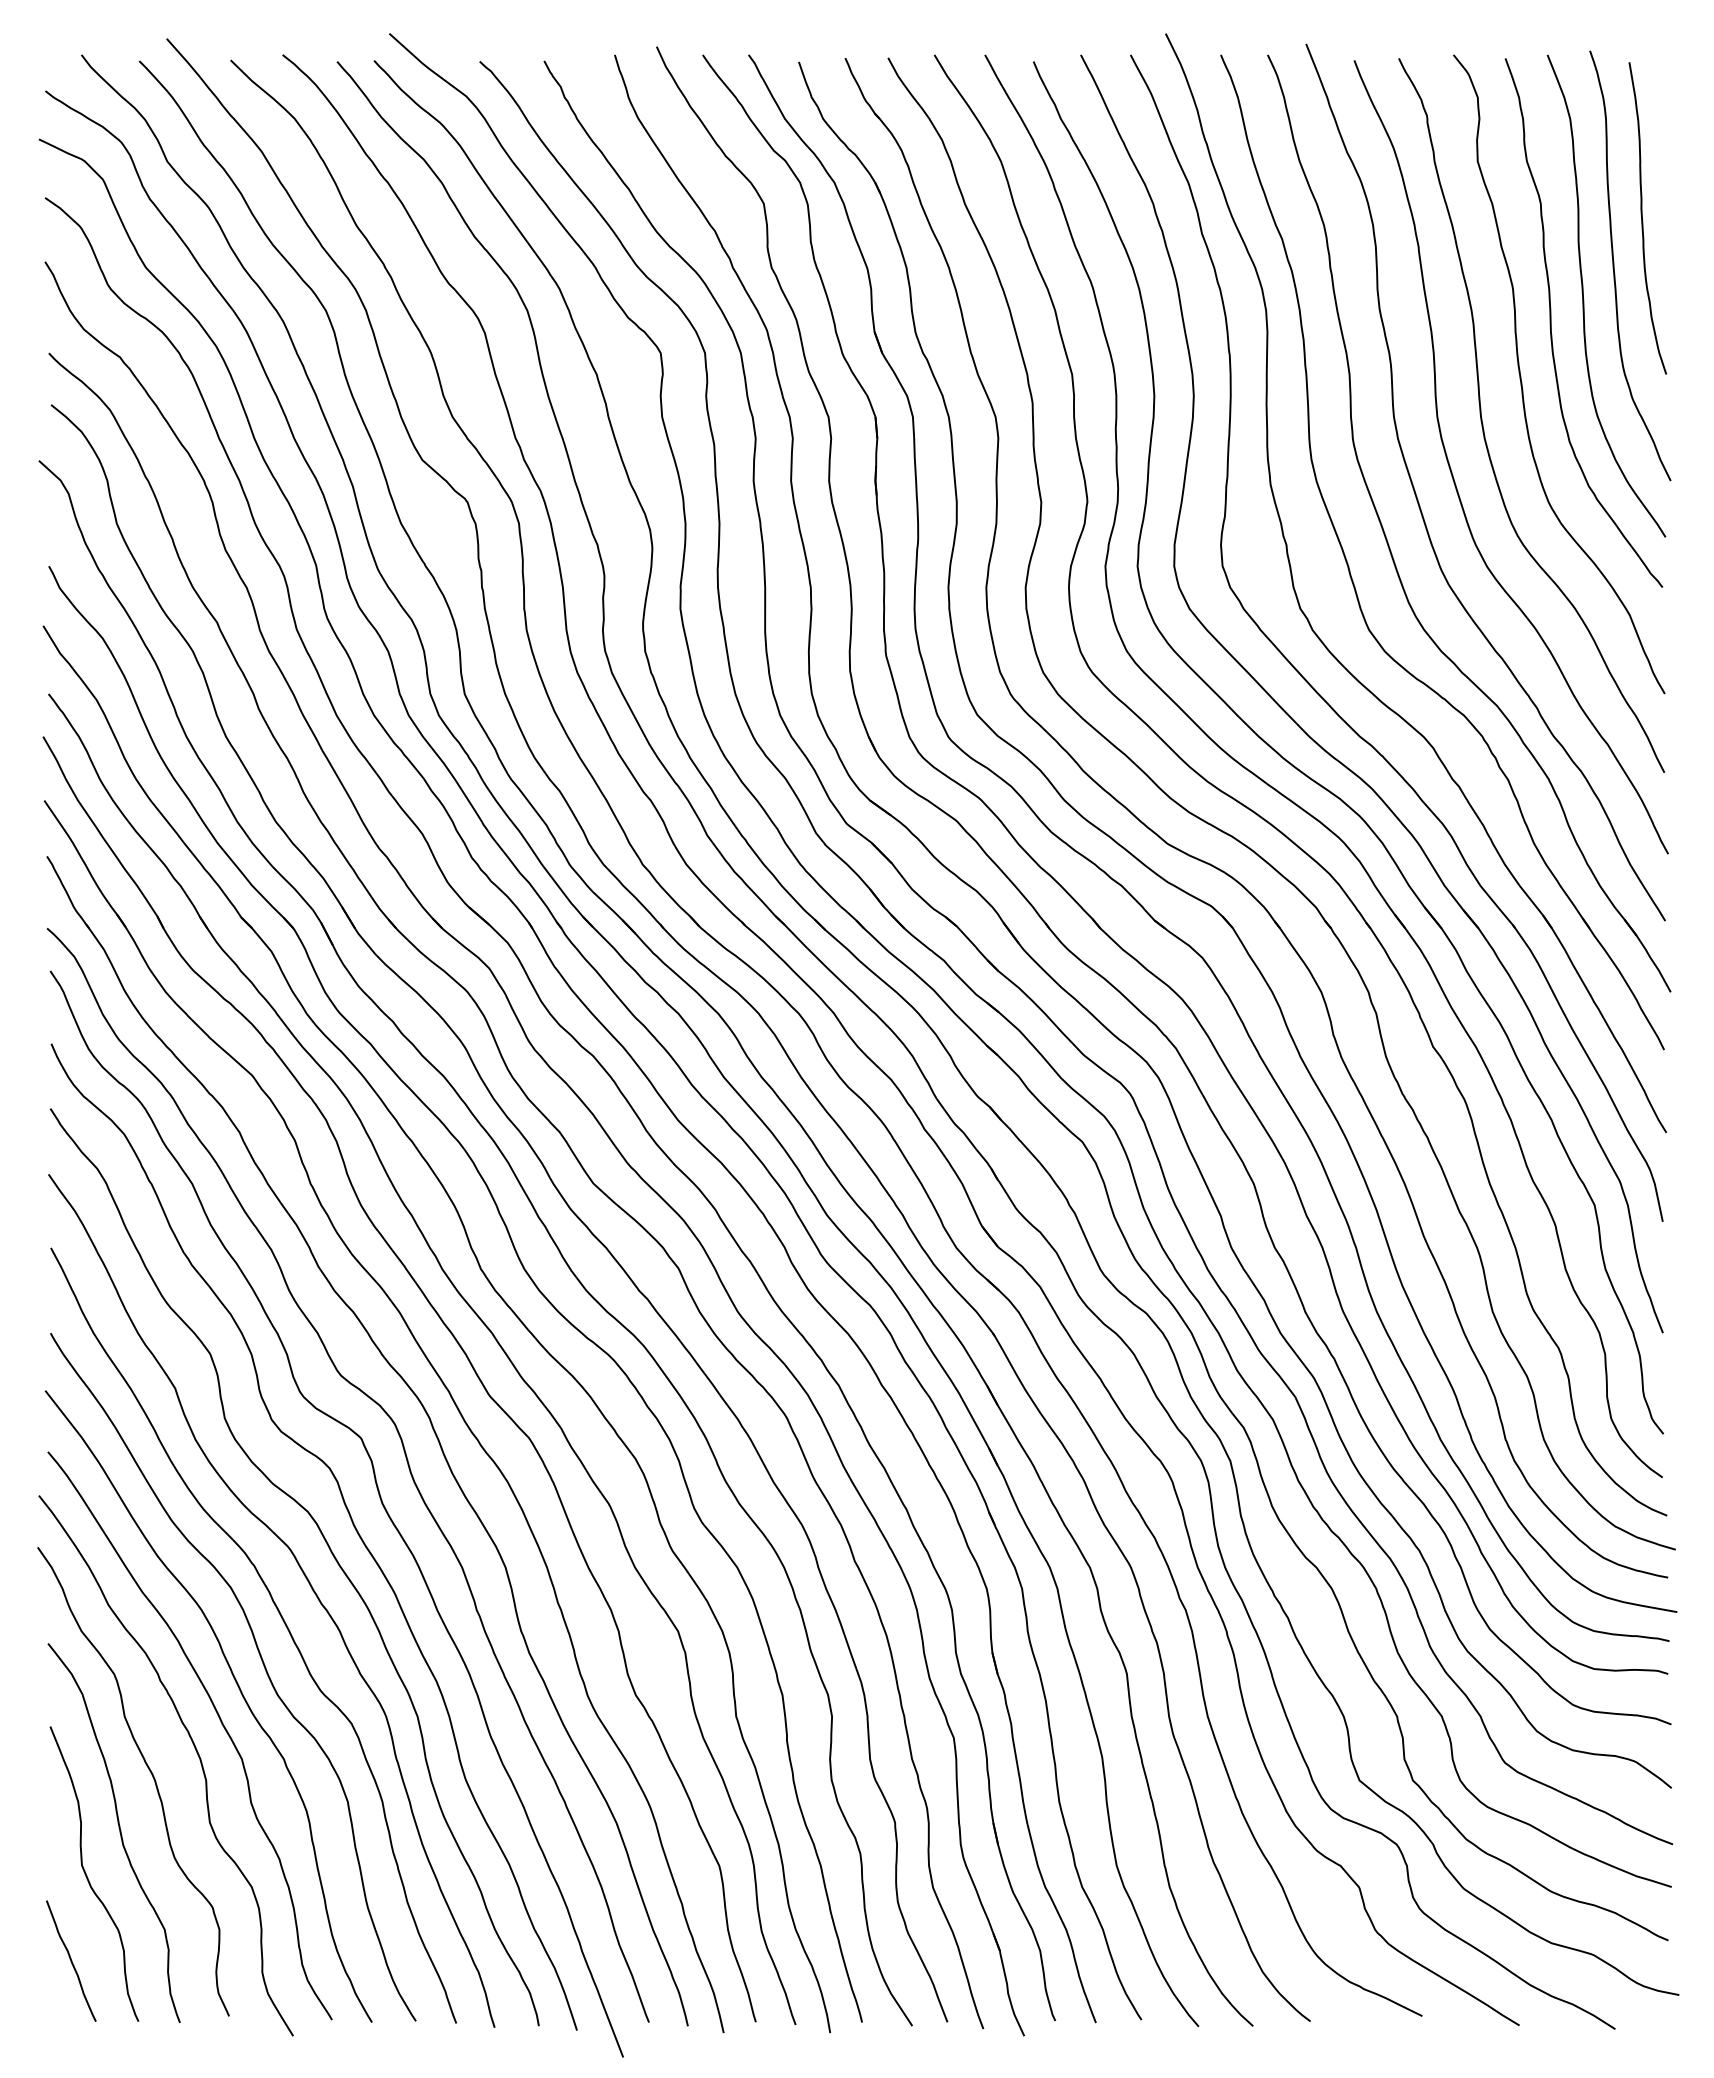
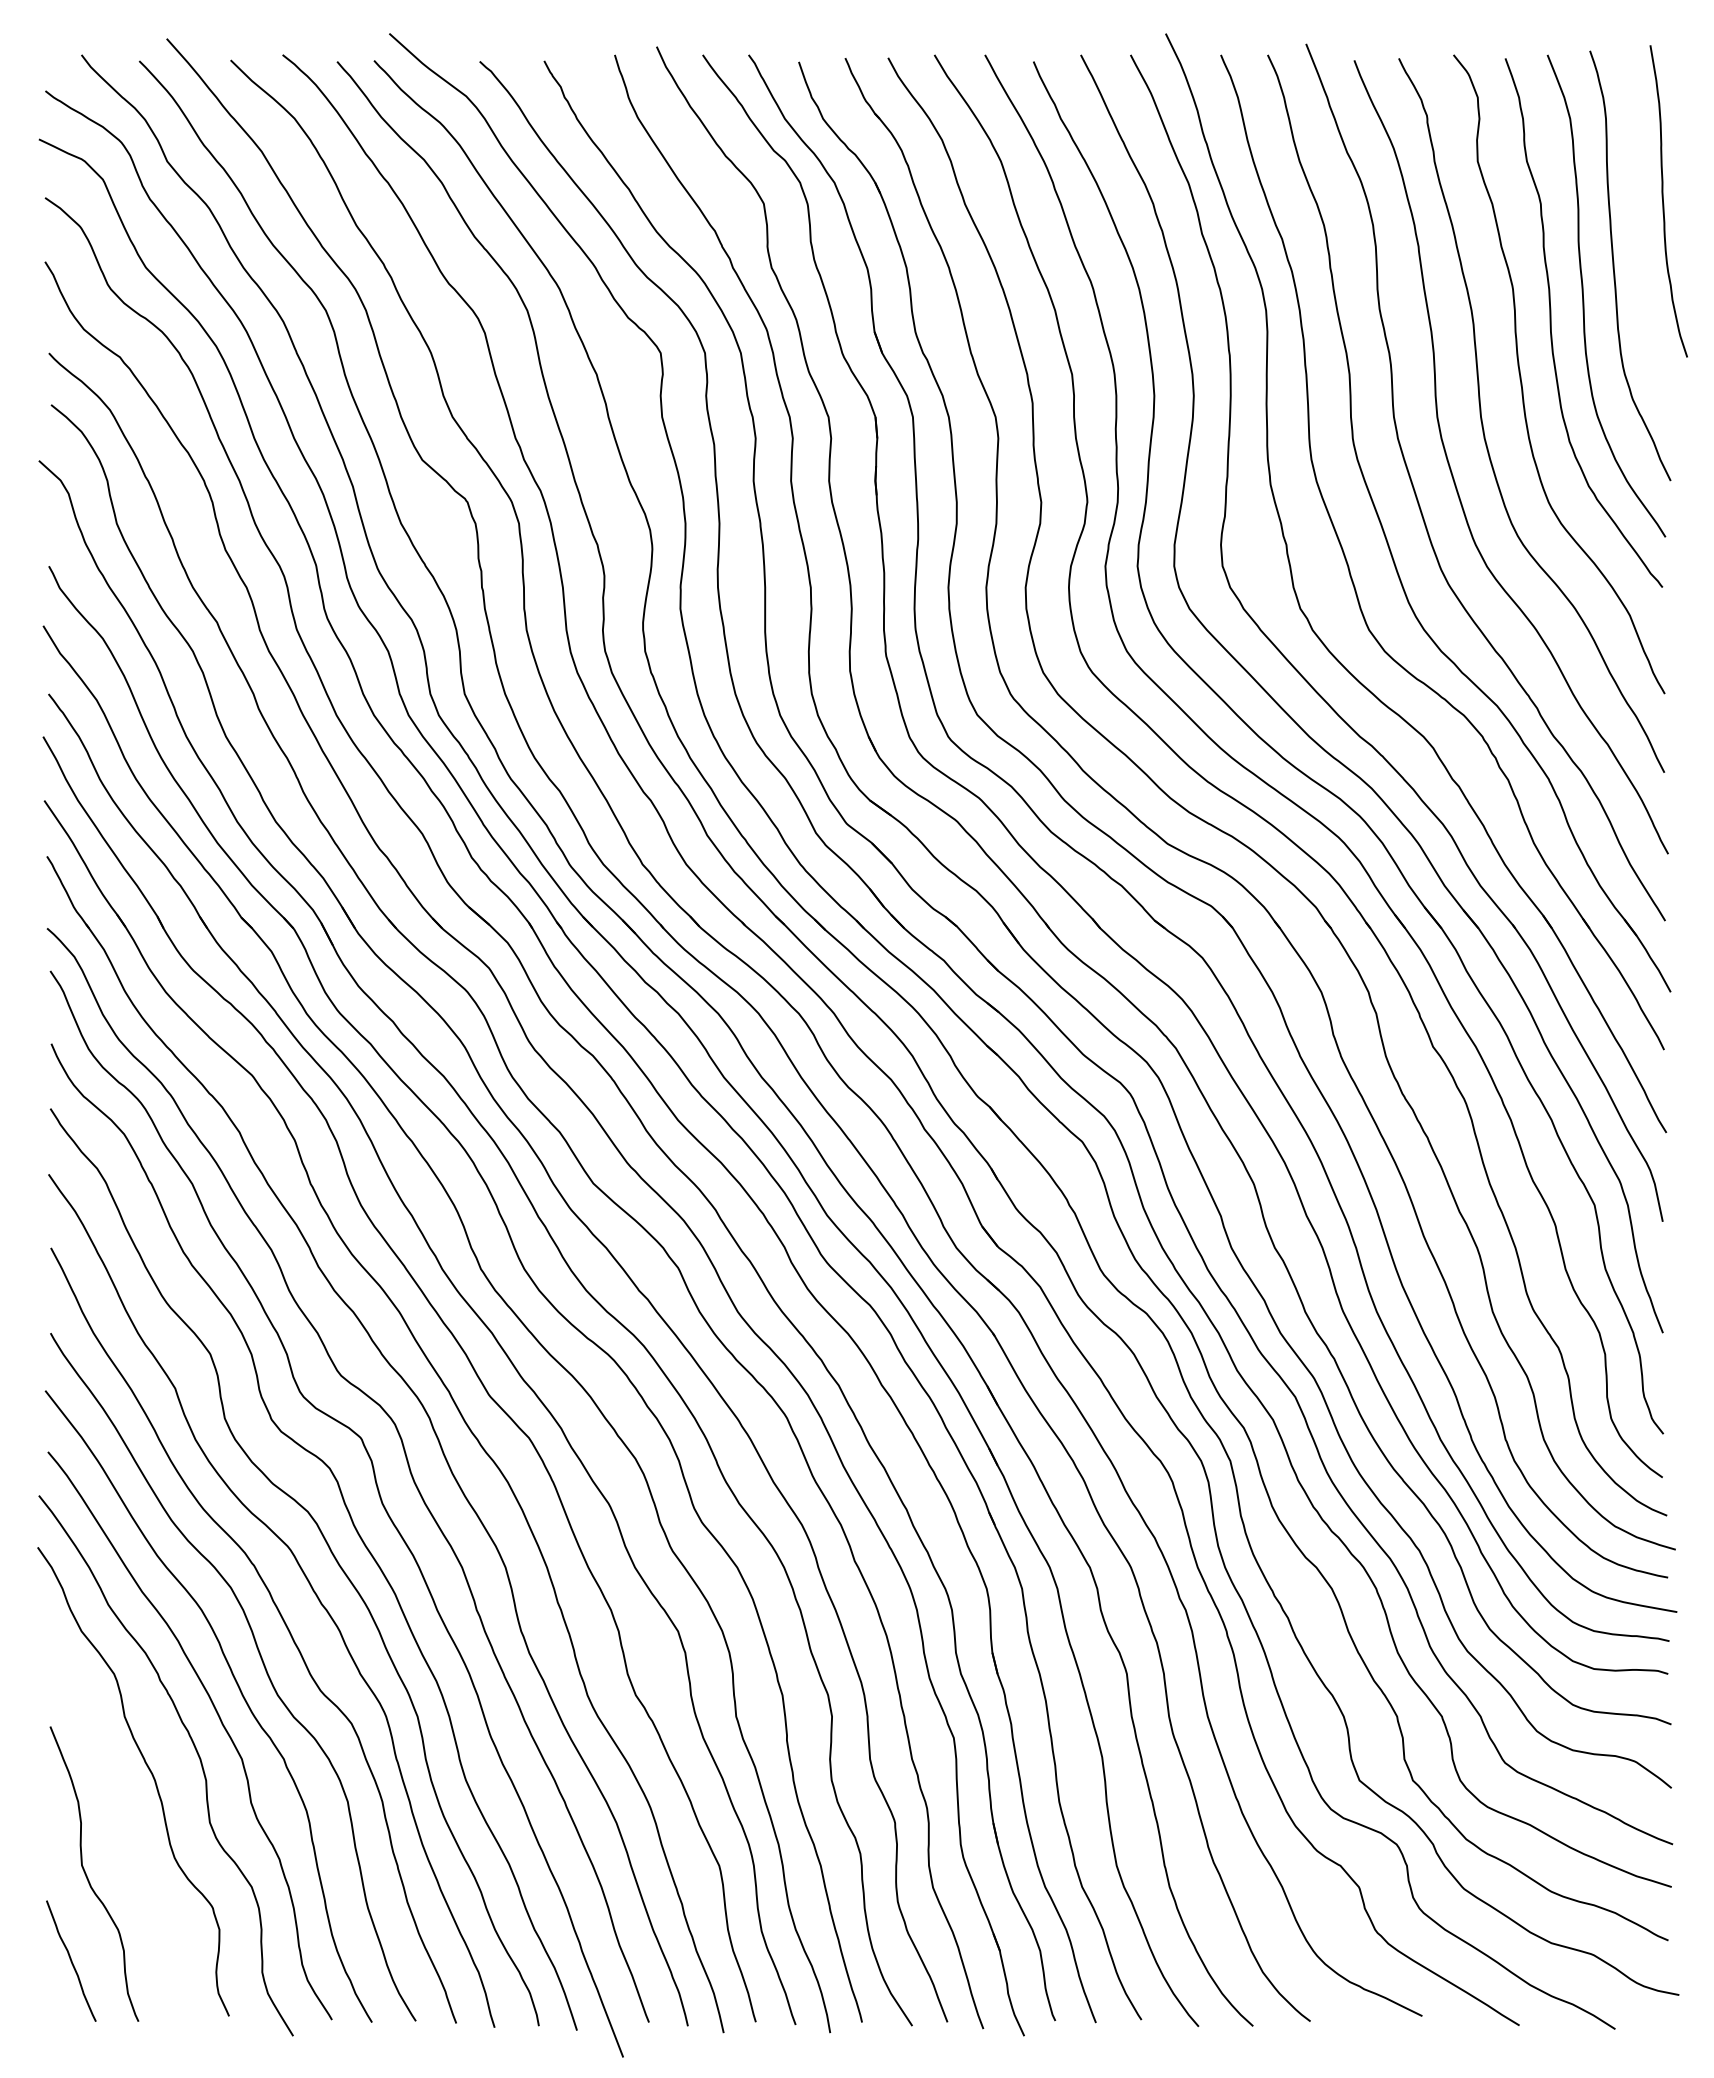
curve at (1643, 220) position: (1643, 220) -> (1664, 203)
curve at (119, 1832): present -> none
